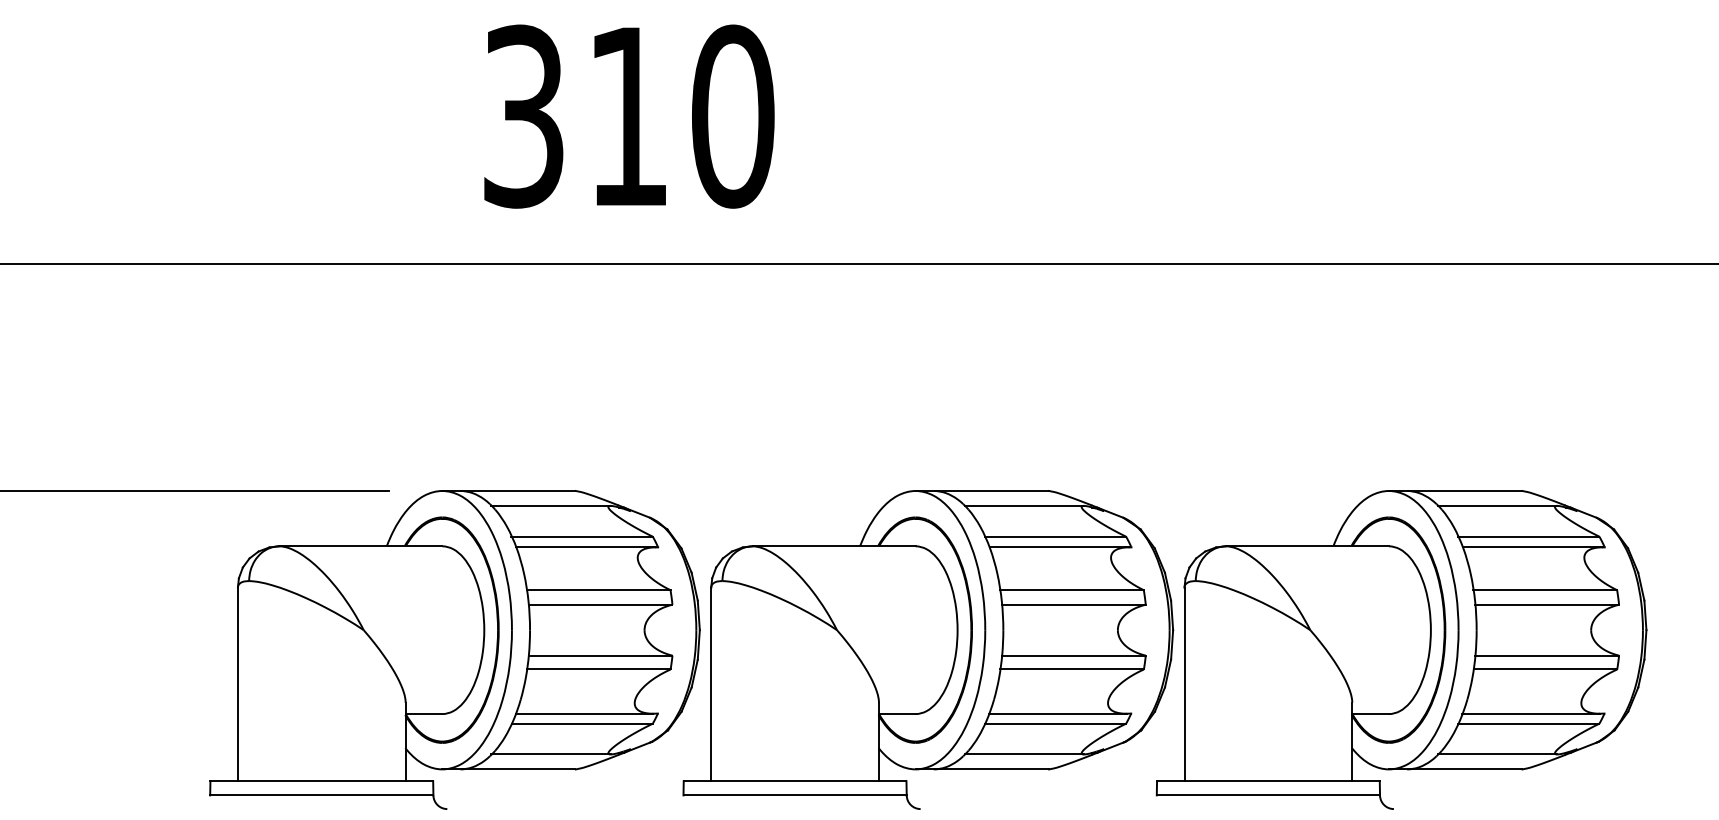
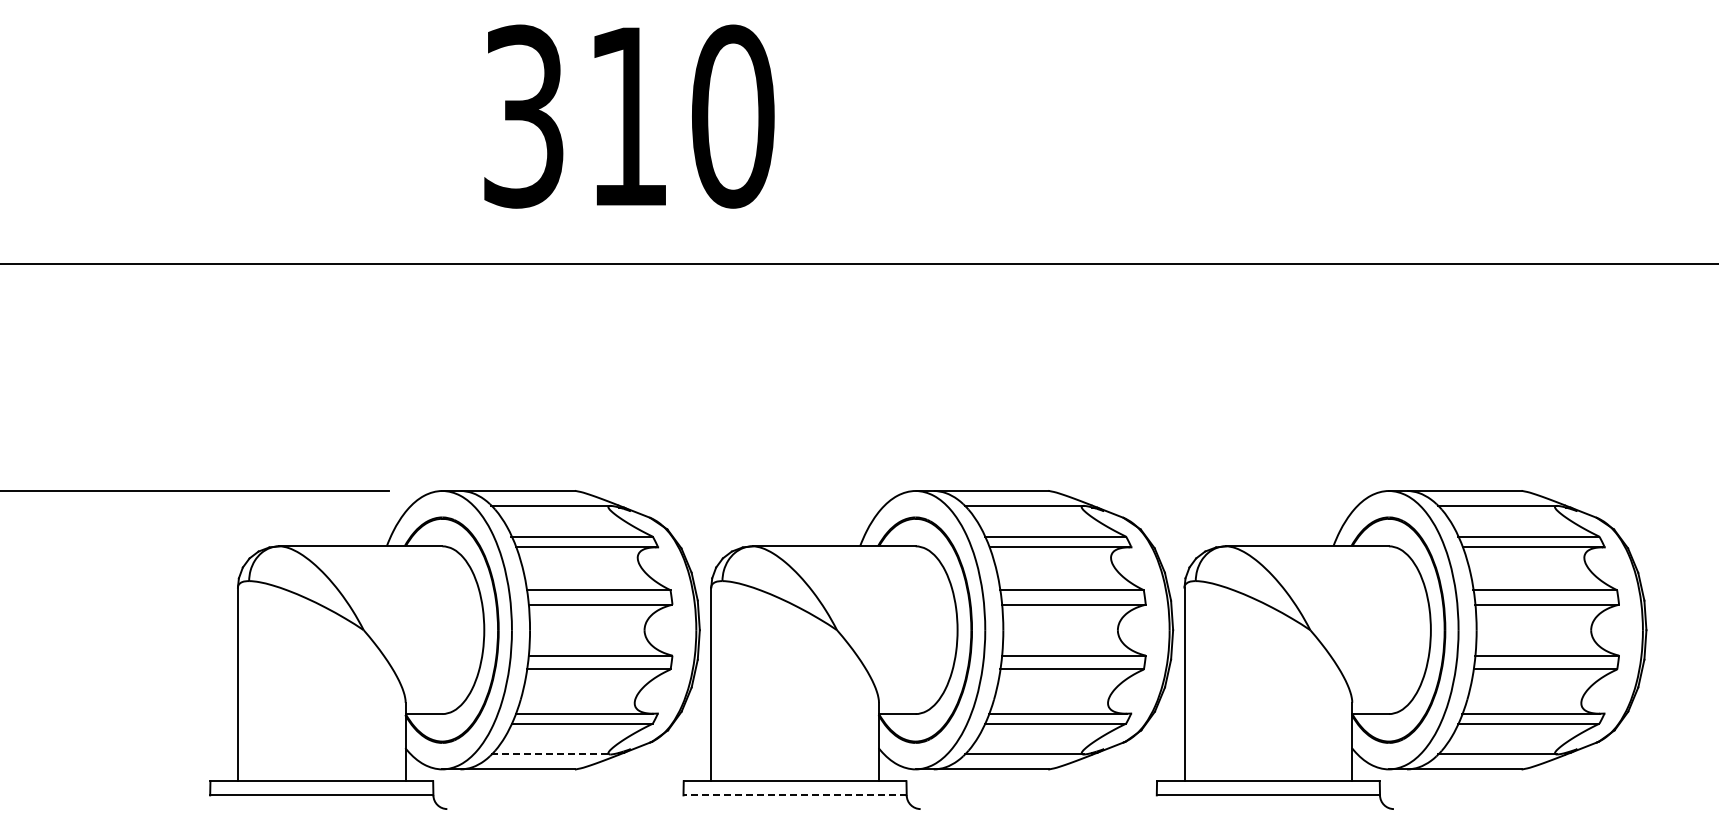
line at (551, 754): solid -> dashed
line at (795, 795): solid -> dashed
